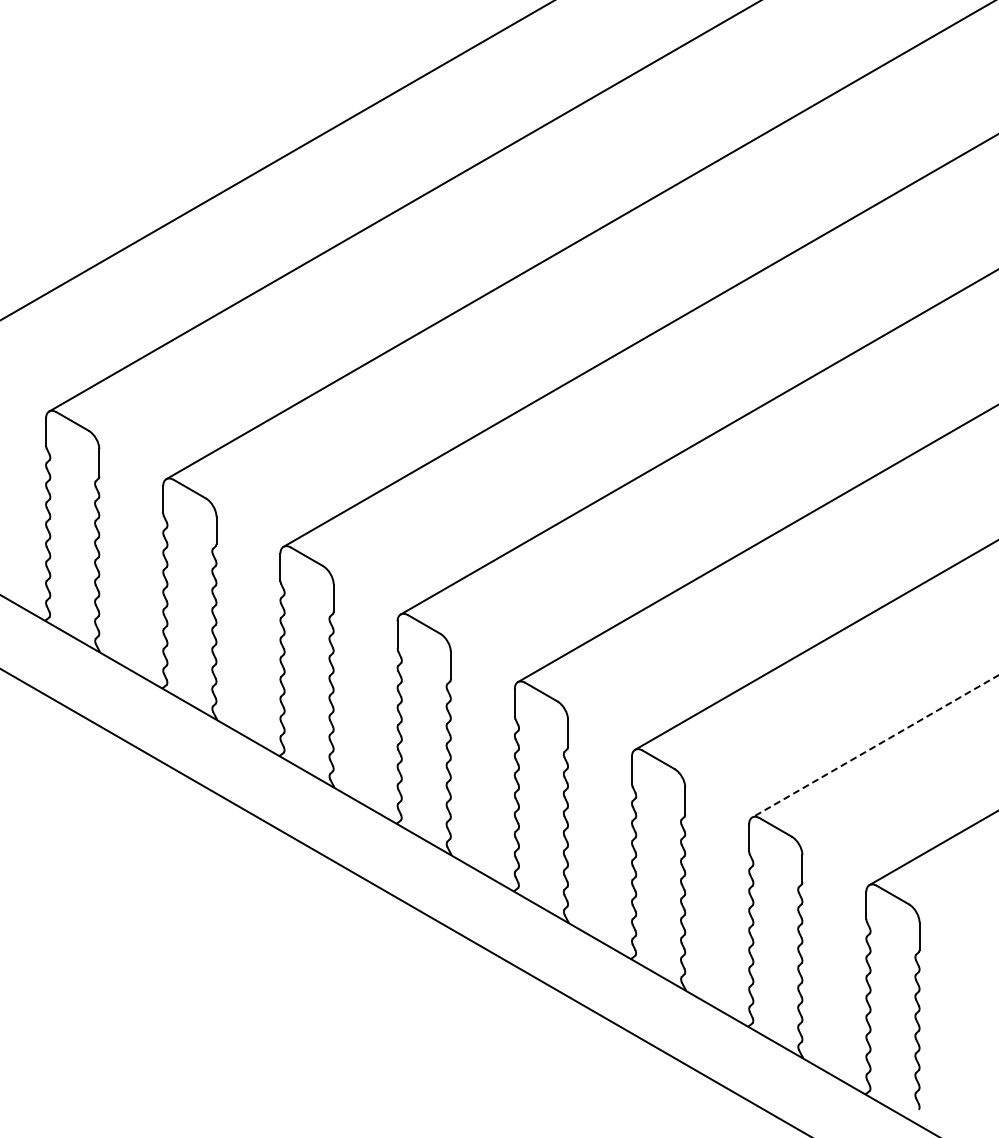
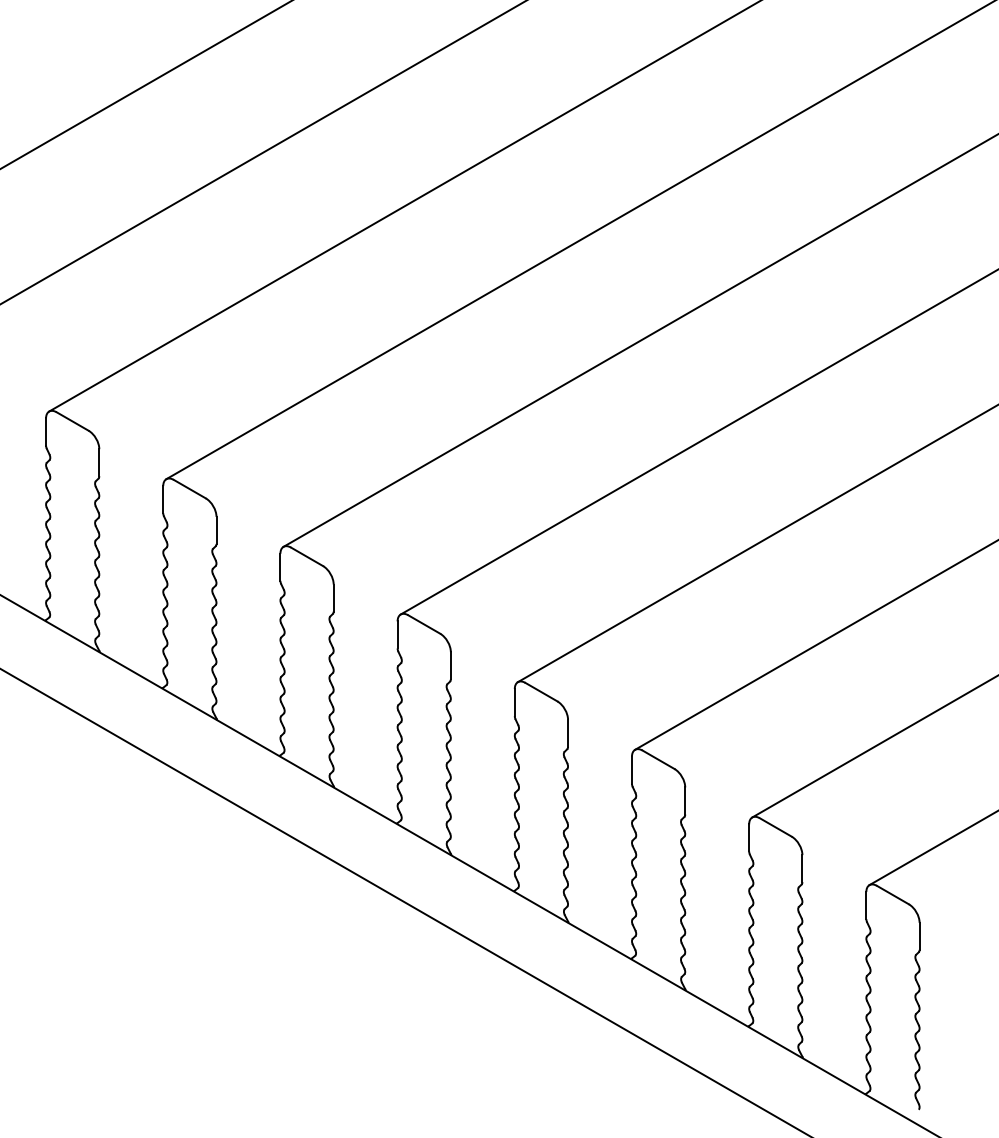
line at (145, 84): none -> present
line at (276, 160) position: (276, 160) -> (262, 152)
line at (875, 746): dashed -> solid
